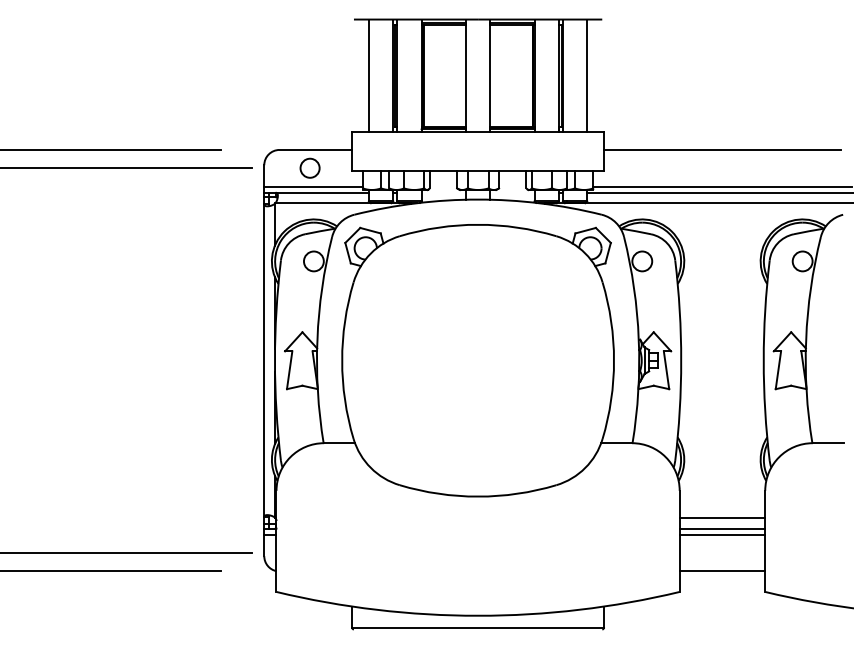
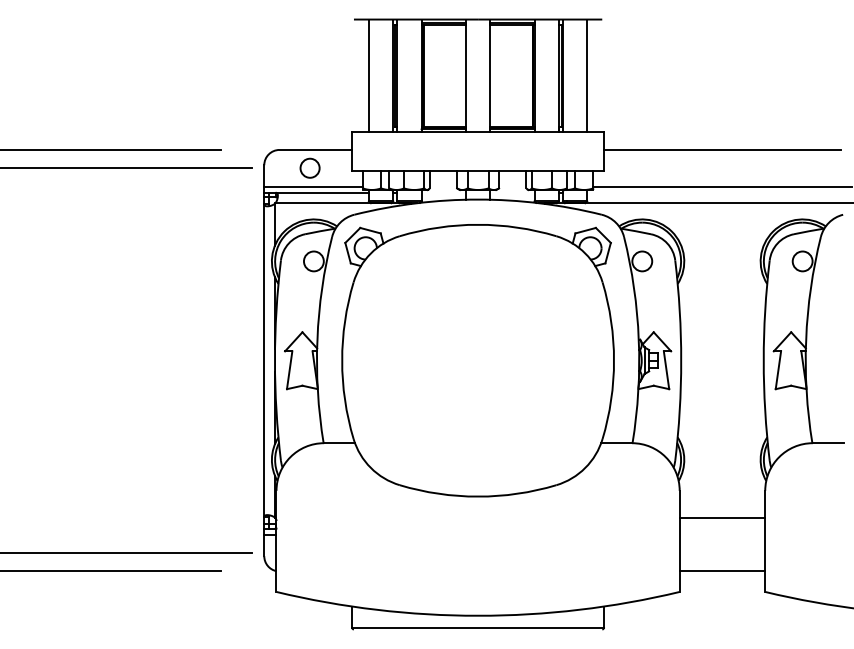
line at (718, 192): present -> none
line at (722, 528): present -> none
line at (722, 534): present -> none
